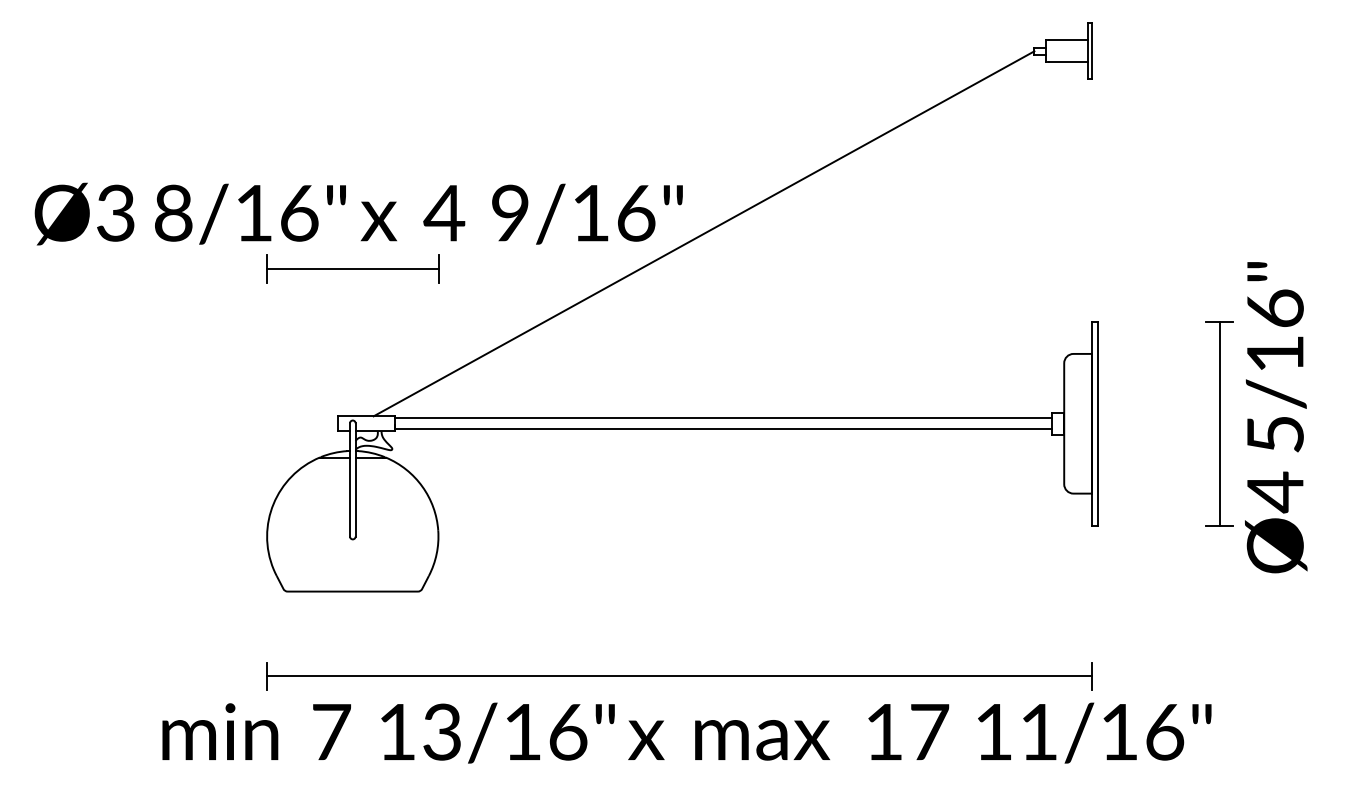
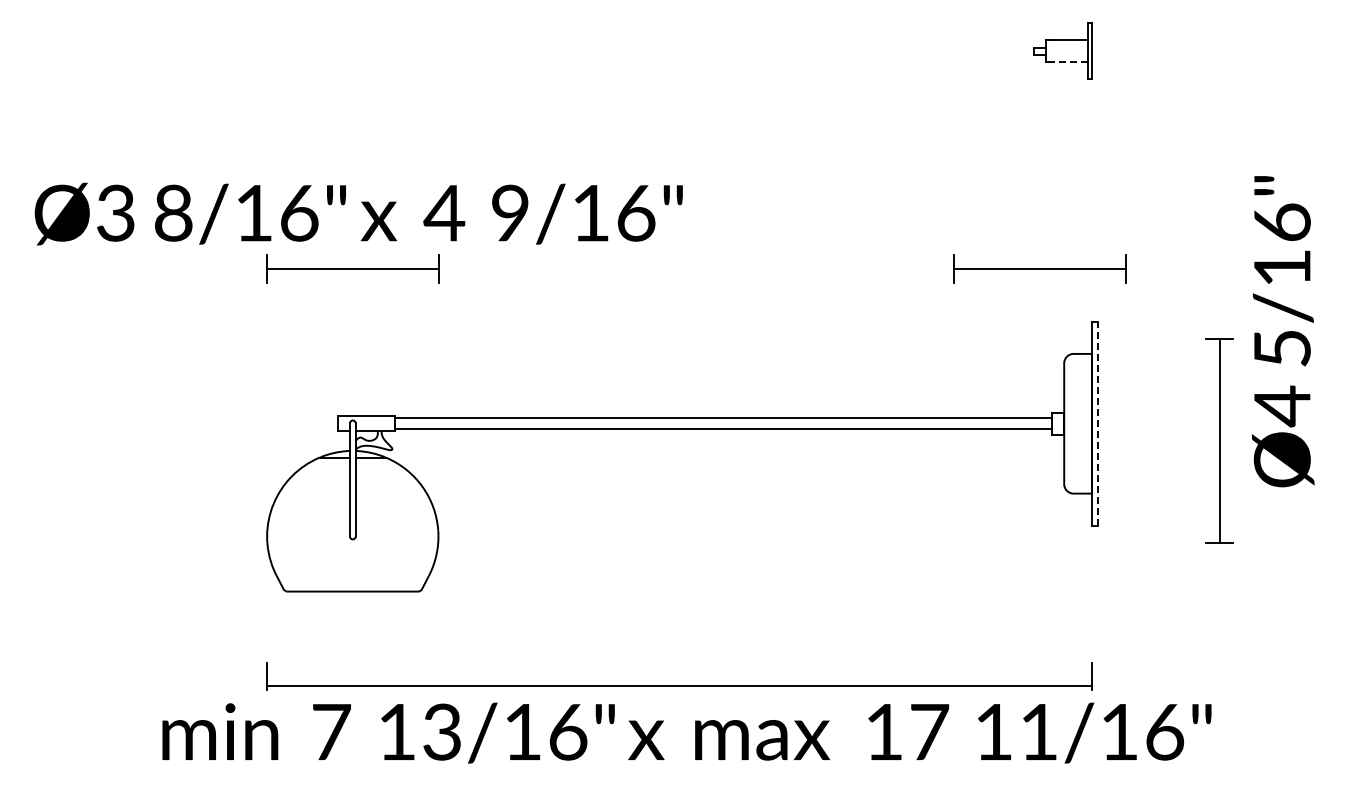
line at (1068, 62): solid -> dashed
line at (703, 233): present -> none
part at (1039, 268): none -> present
text at (1276, 417) position: (1276, 417) -> (1283, 331)
line at (1097, 423): solid -> dashed
part at (1219, 423) position: (1219, 423) -> (1219, 440)
line at (679, 676) position: (679, 676) -> (679, 686)
